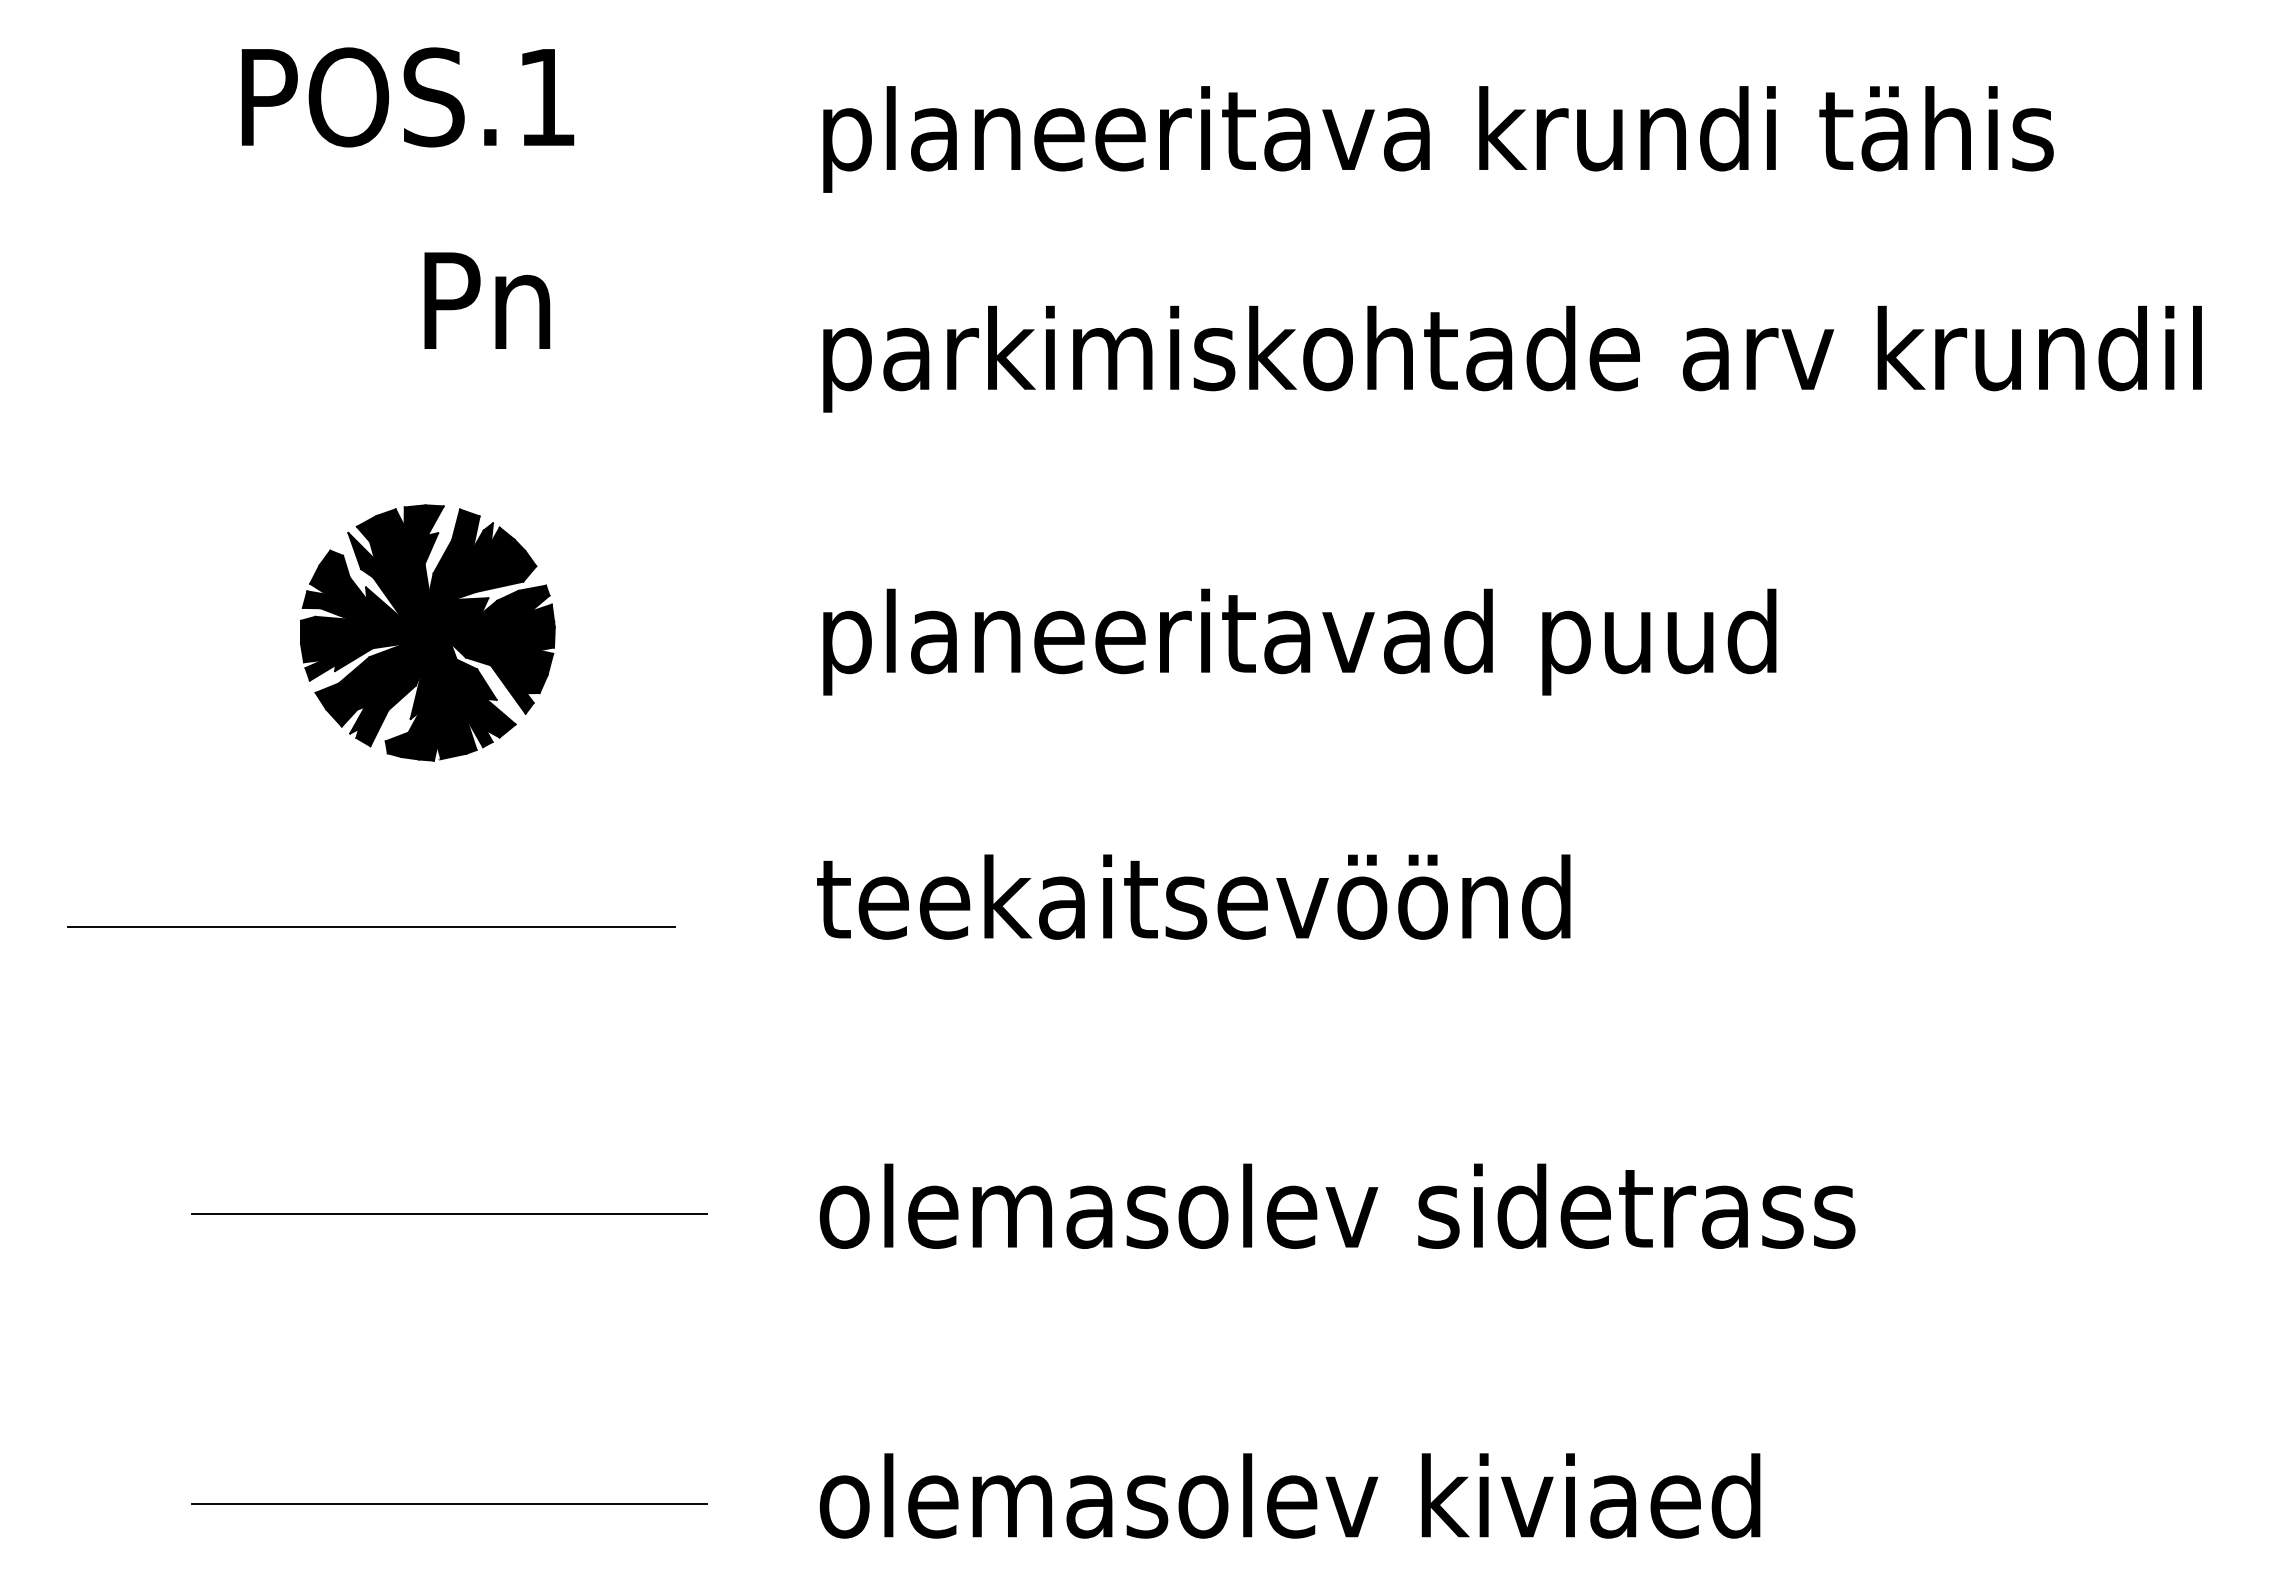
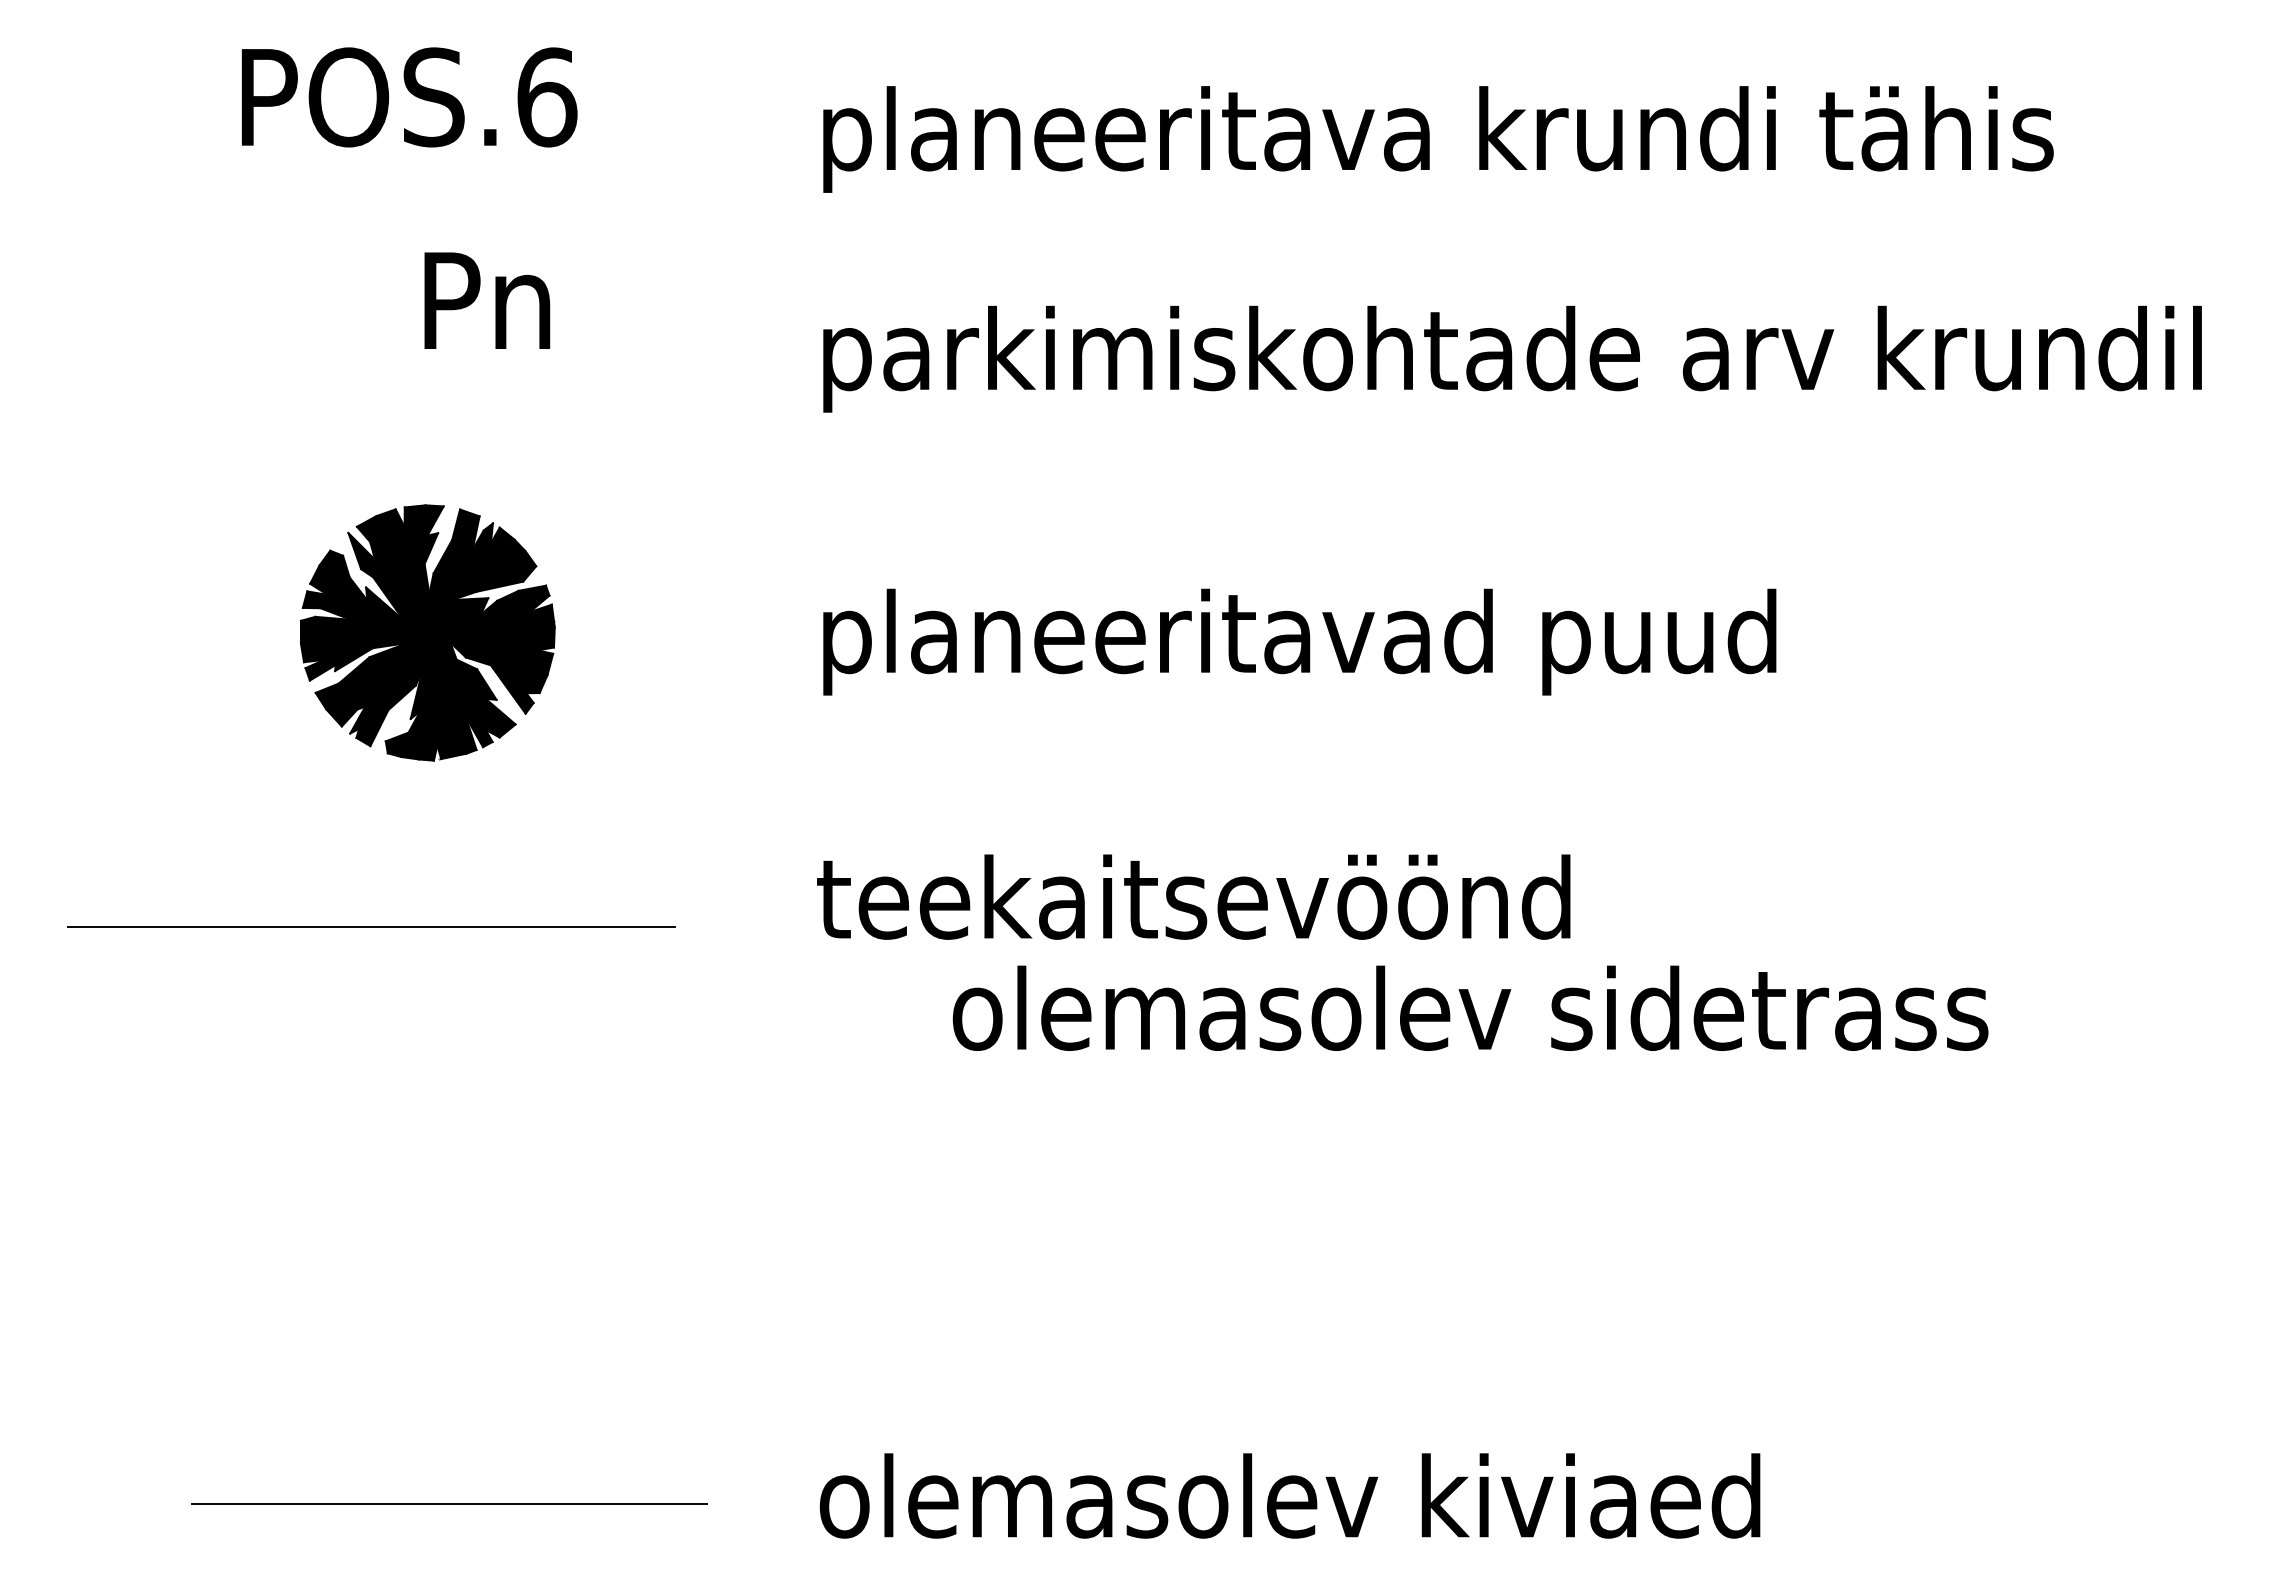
text at (547, 97): POS.1 -> POS.6
text at (1337, 1205) position: (1337, 1205) -> (1470, 1007)
line at (448, 1214): present -> none
